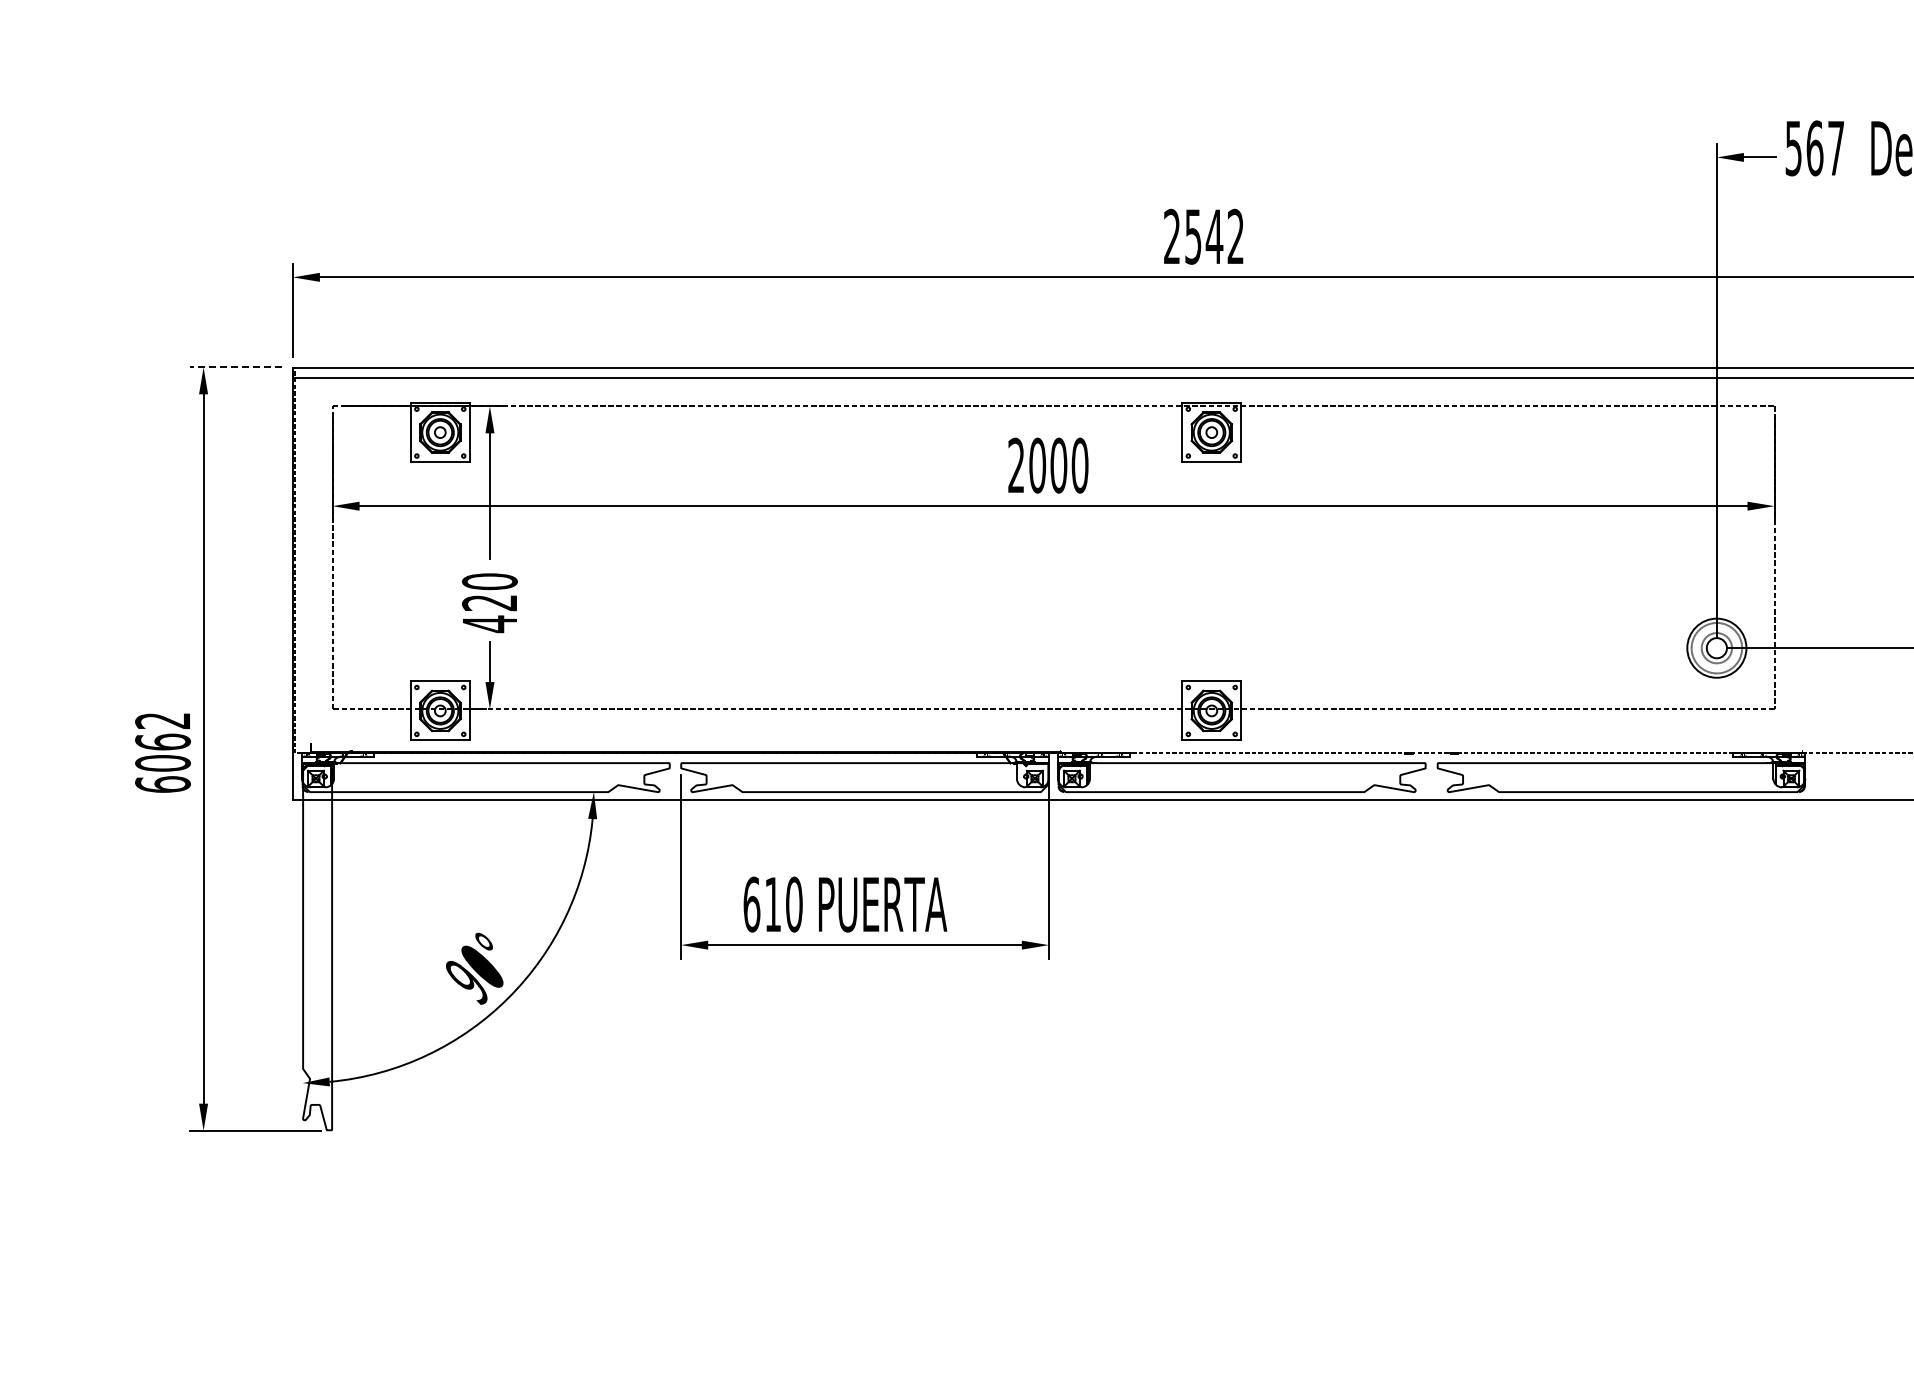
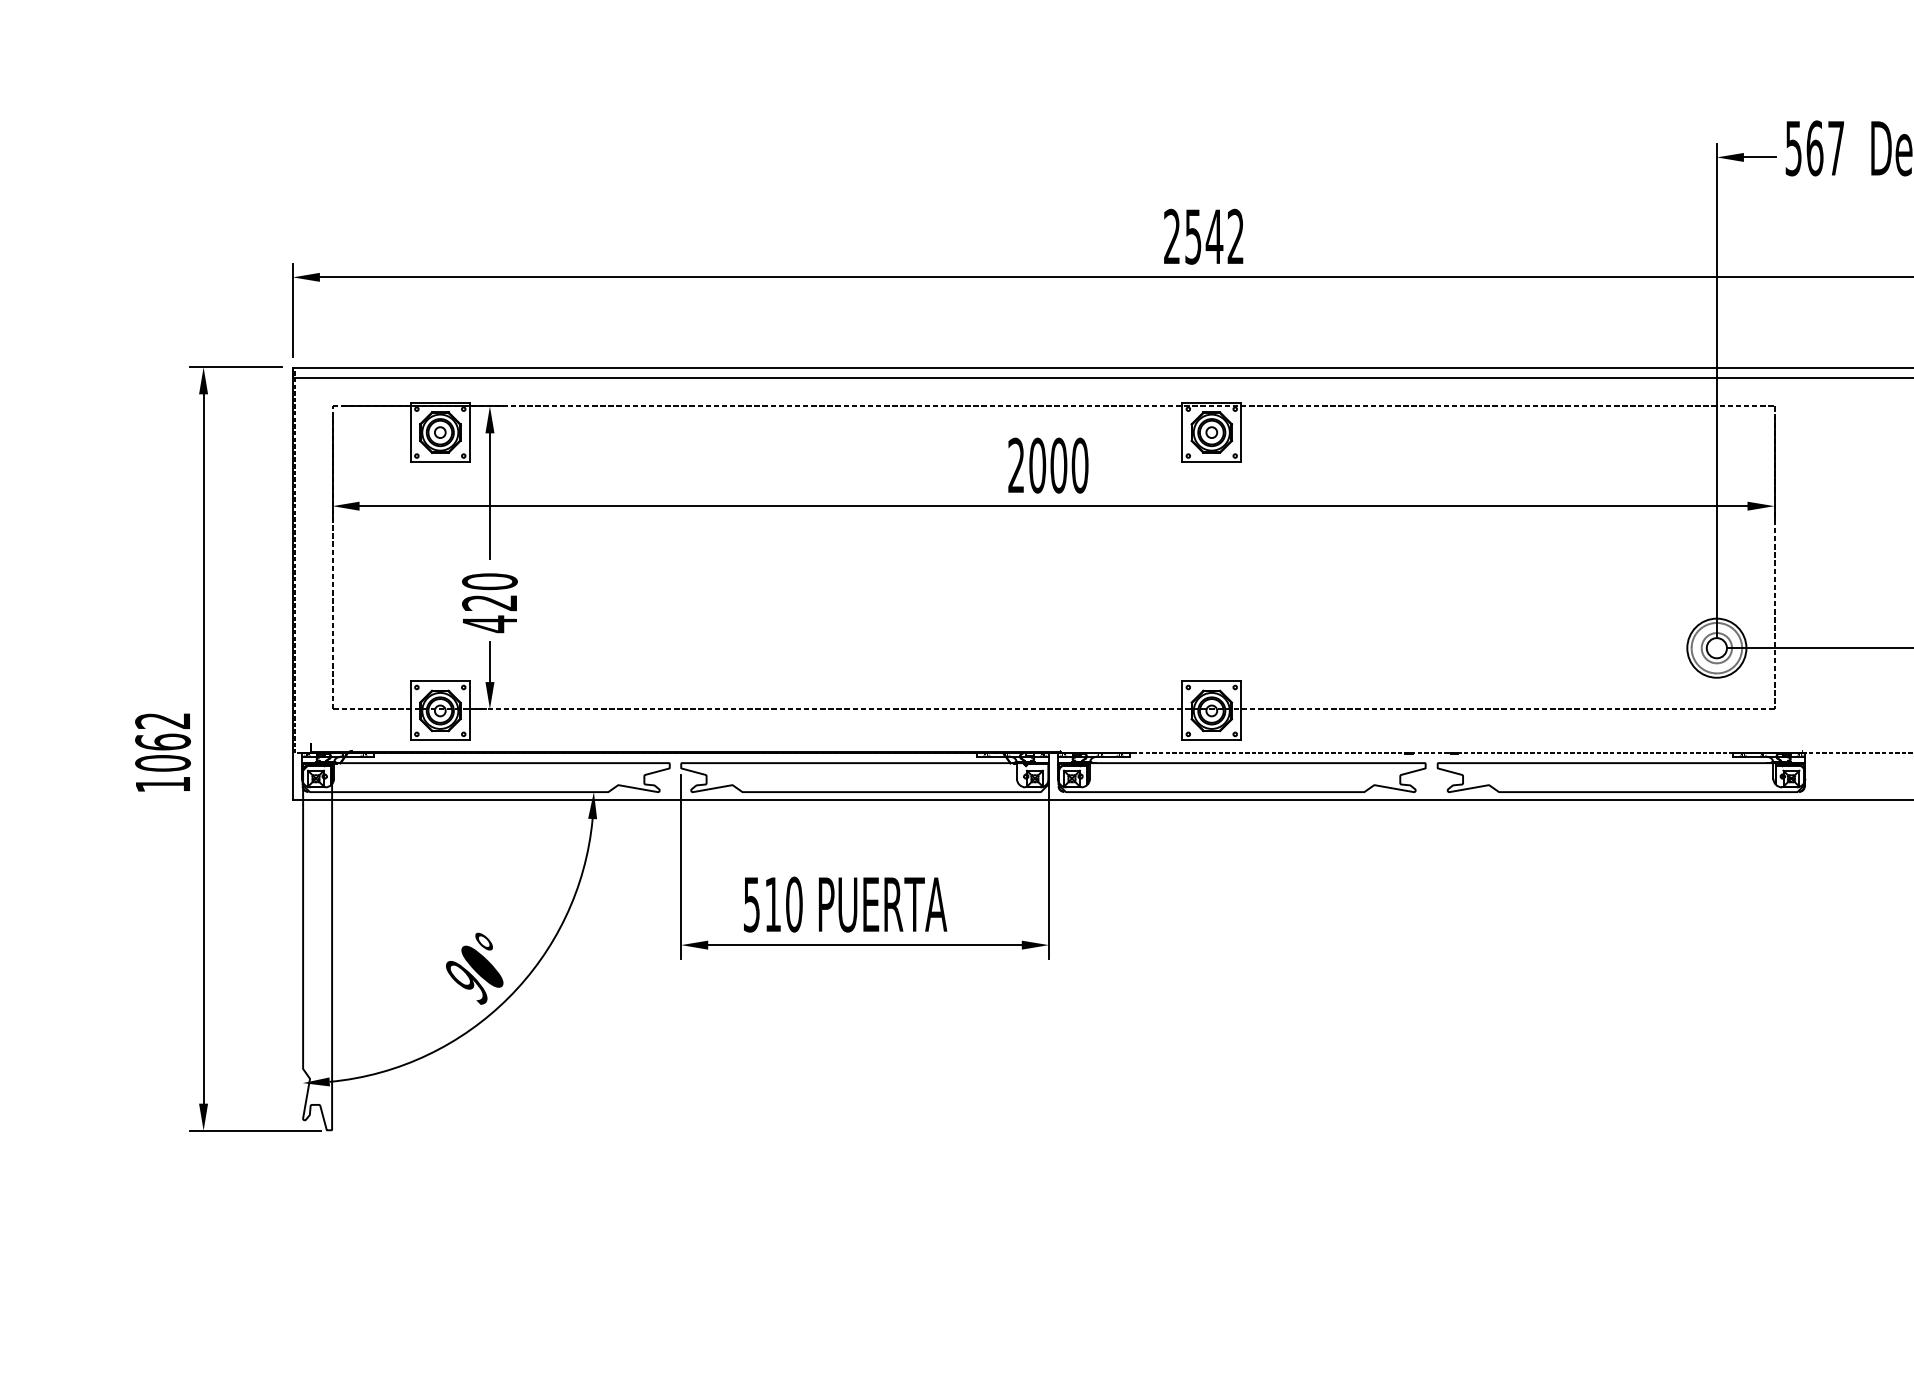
line at (235, 367): dashed -> solid
text at (162, 784): 6062 -> 1062
text at (751, 904): 610 -> 510
